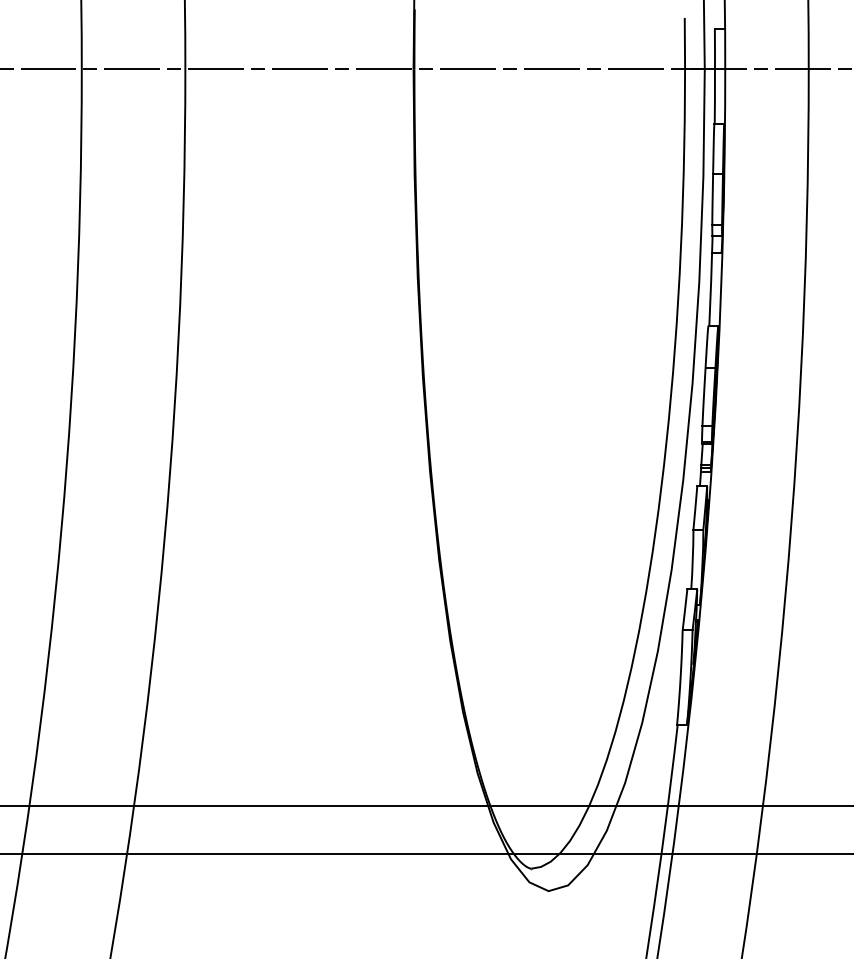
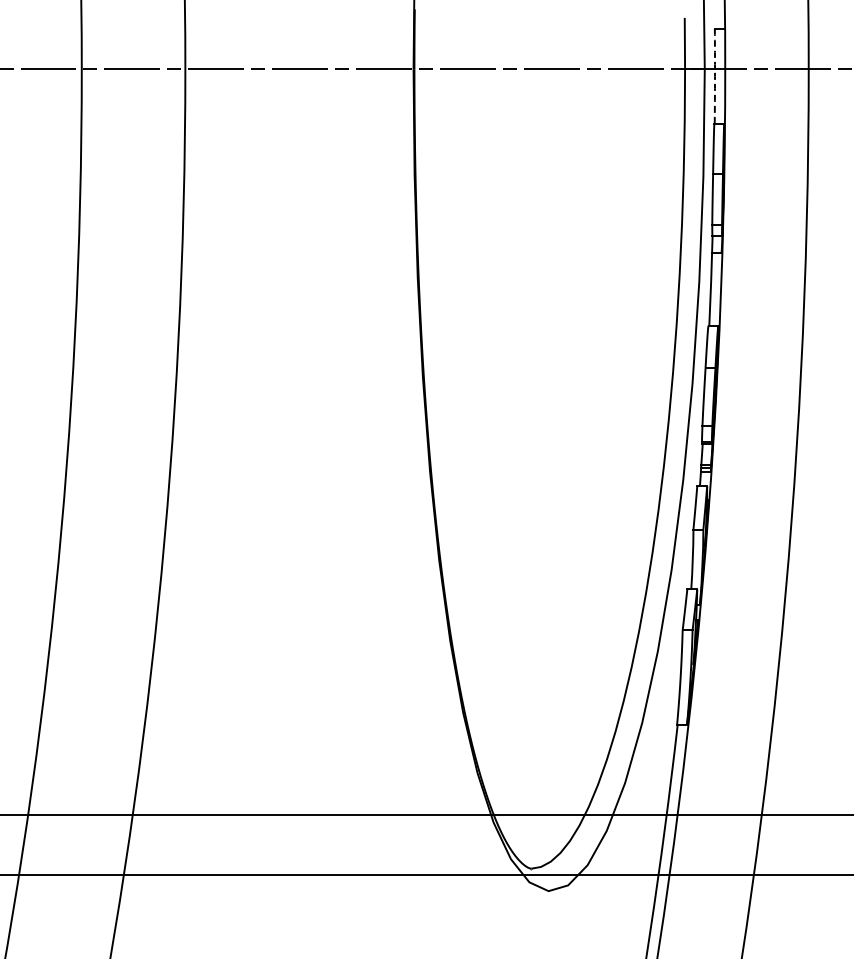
arc at (715, 76): solid -> dashed
line at (426, 805) position: (426, 805) -> (426, 814)
line at (426, 853) position: (426, 853) -> (426, 874)
